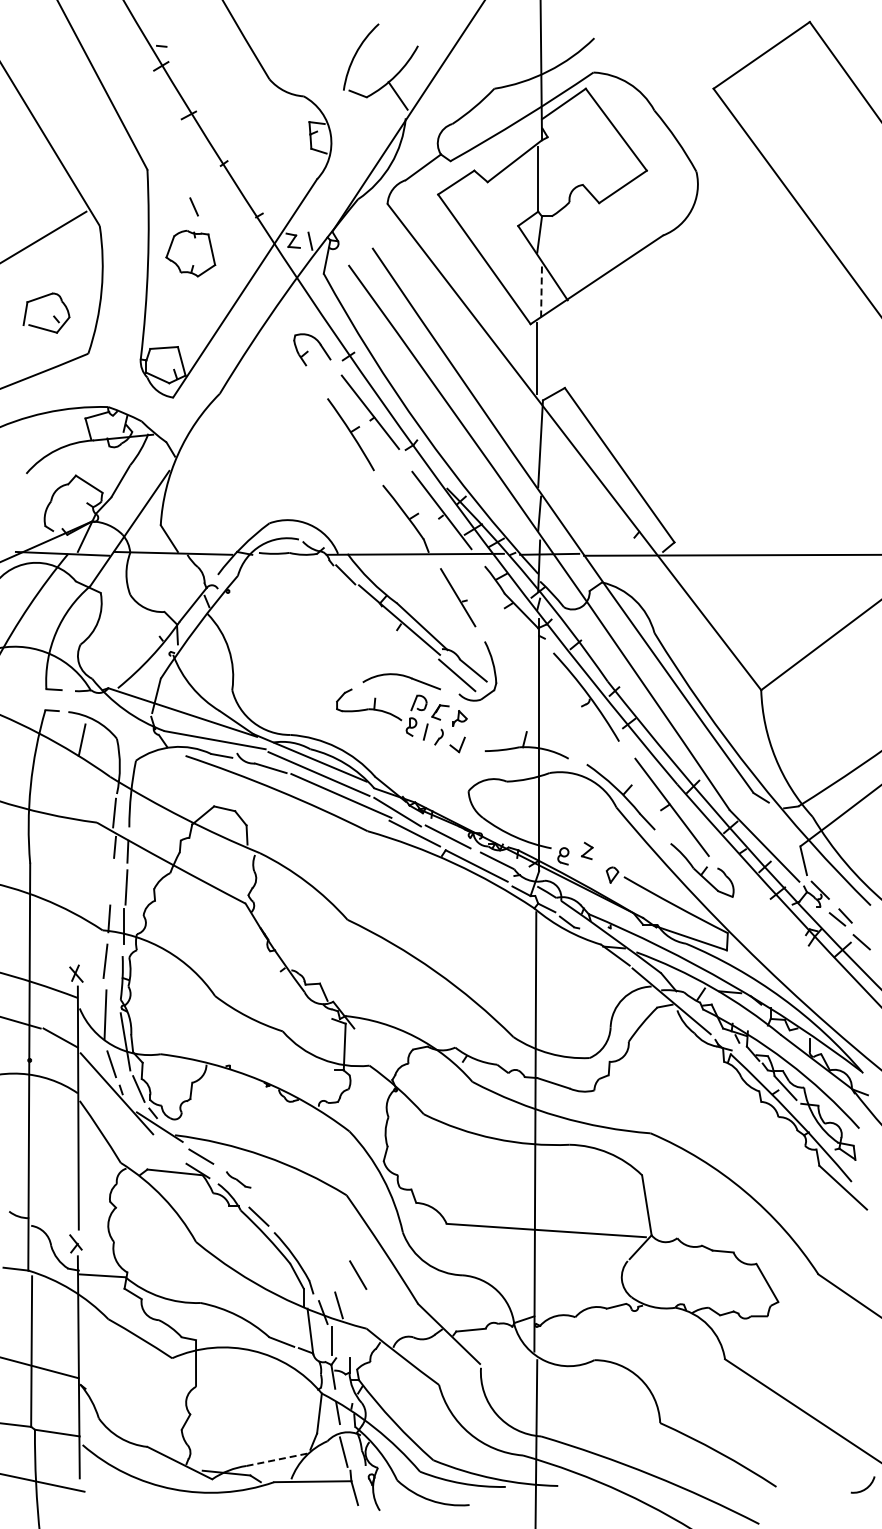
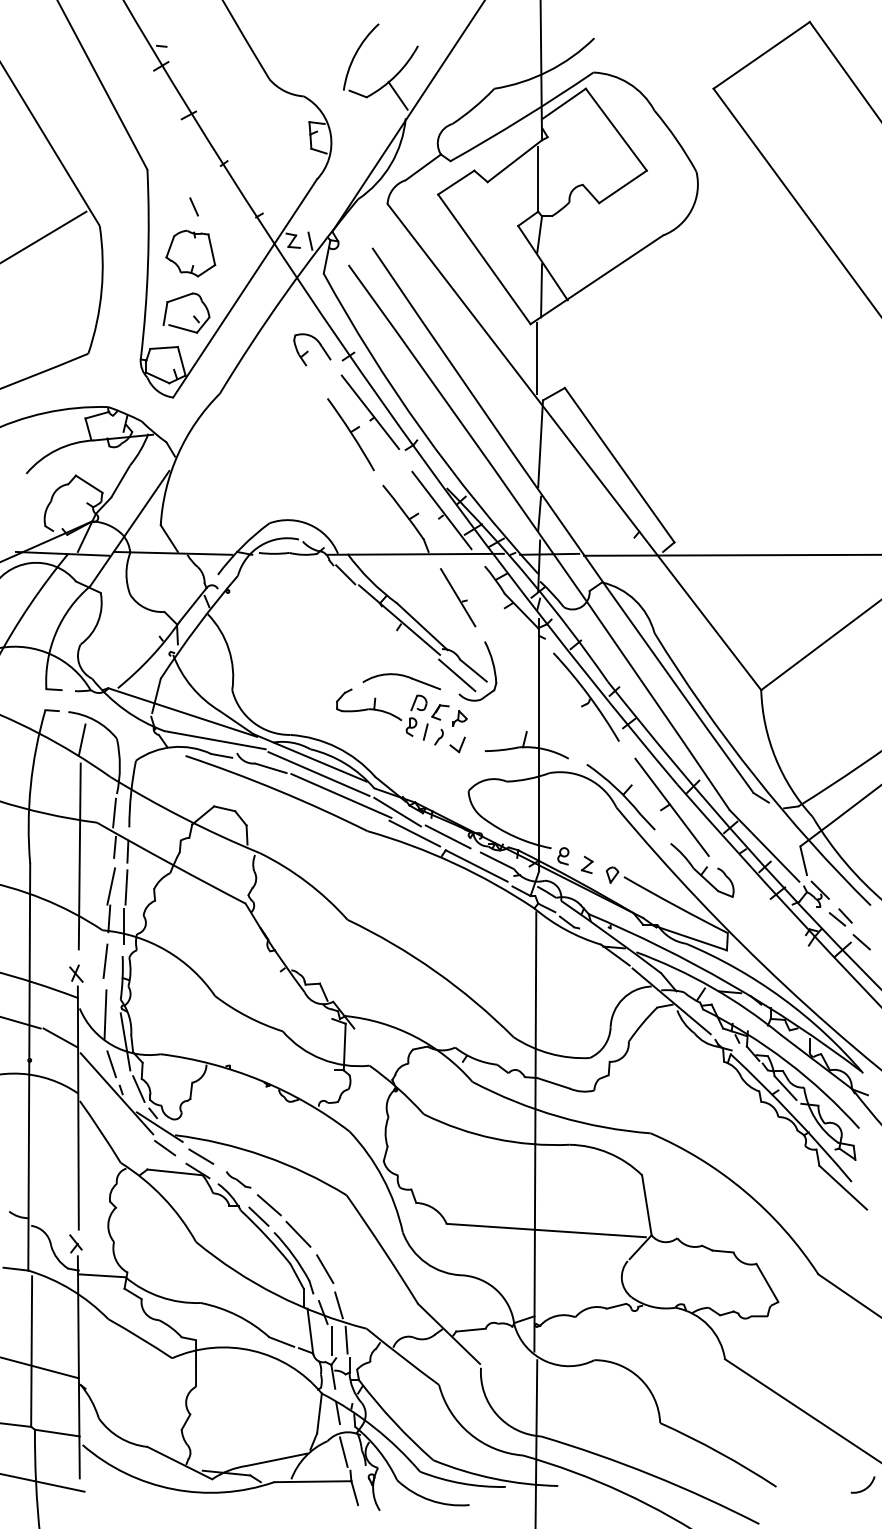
line at (541, 290): dashed -> solid
part at (53, 315) position: (53, 315) -> (193, 315)
part at (587, 850) position: (587, 850) -> (587, 864)
line at (79, 856): none -> present
line at (111, 886): none -> present
line at (165, 1147): none -> present
line at (269, 1205): none -> present
line at (298, 1233): none -> present
line at (358, 1274) position: (358, 1274) -> (325, 1268)
line at (346, 1339): none -> present
line at (277, 1459): dashed -> solid
